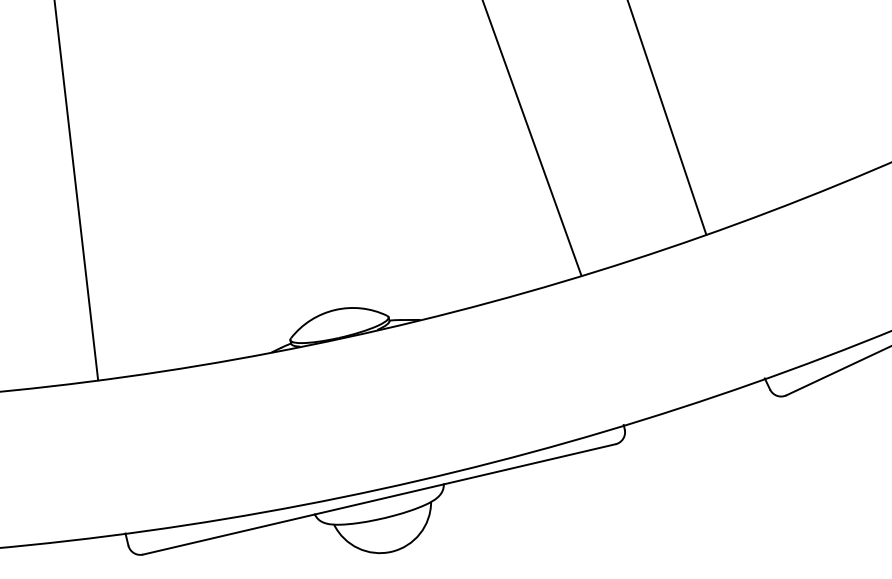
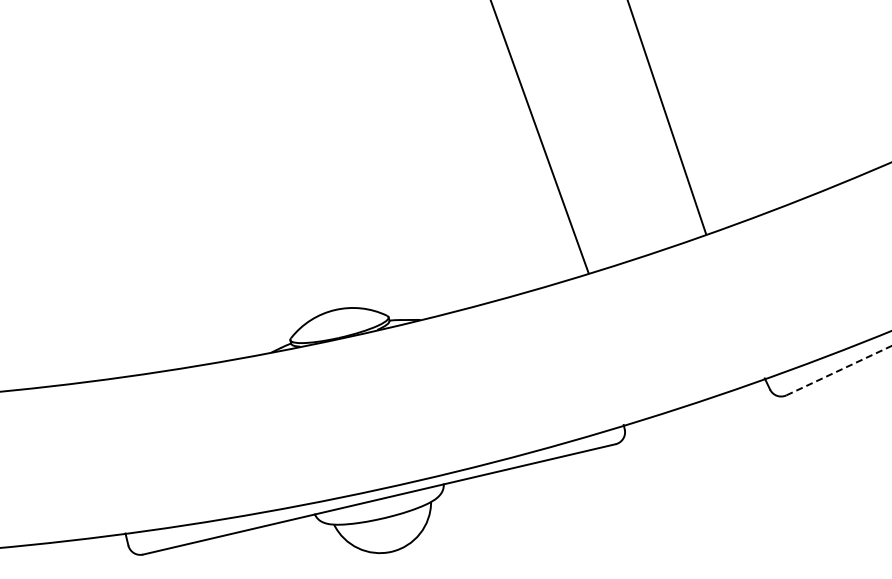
line at (532, 138) position: (532, 138) -> (539, 137)
line at (76, 191): present -> none
line at (838, 370): solid -> dashed
